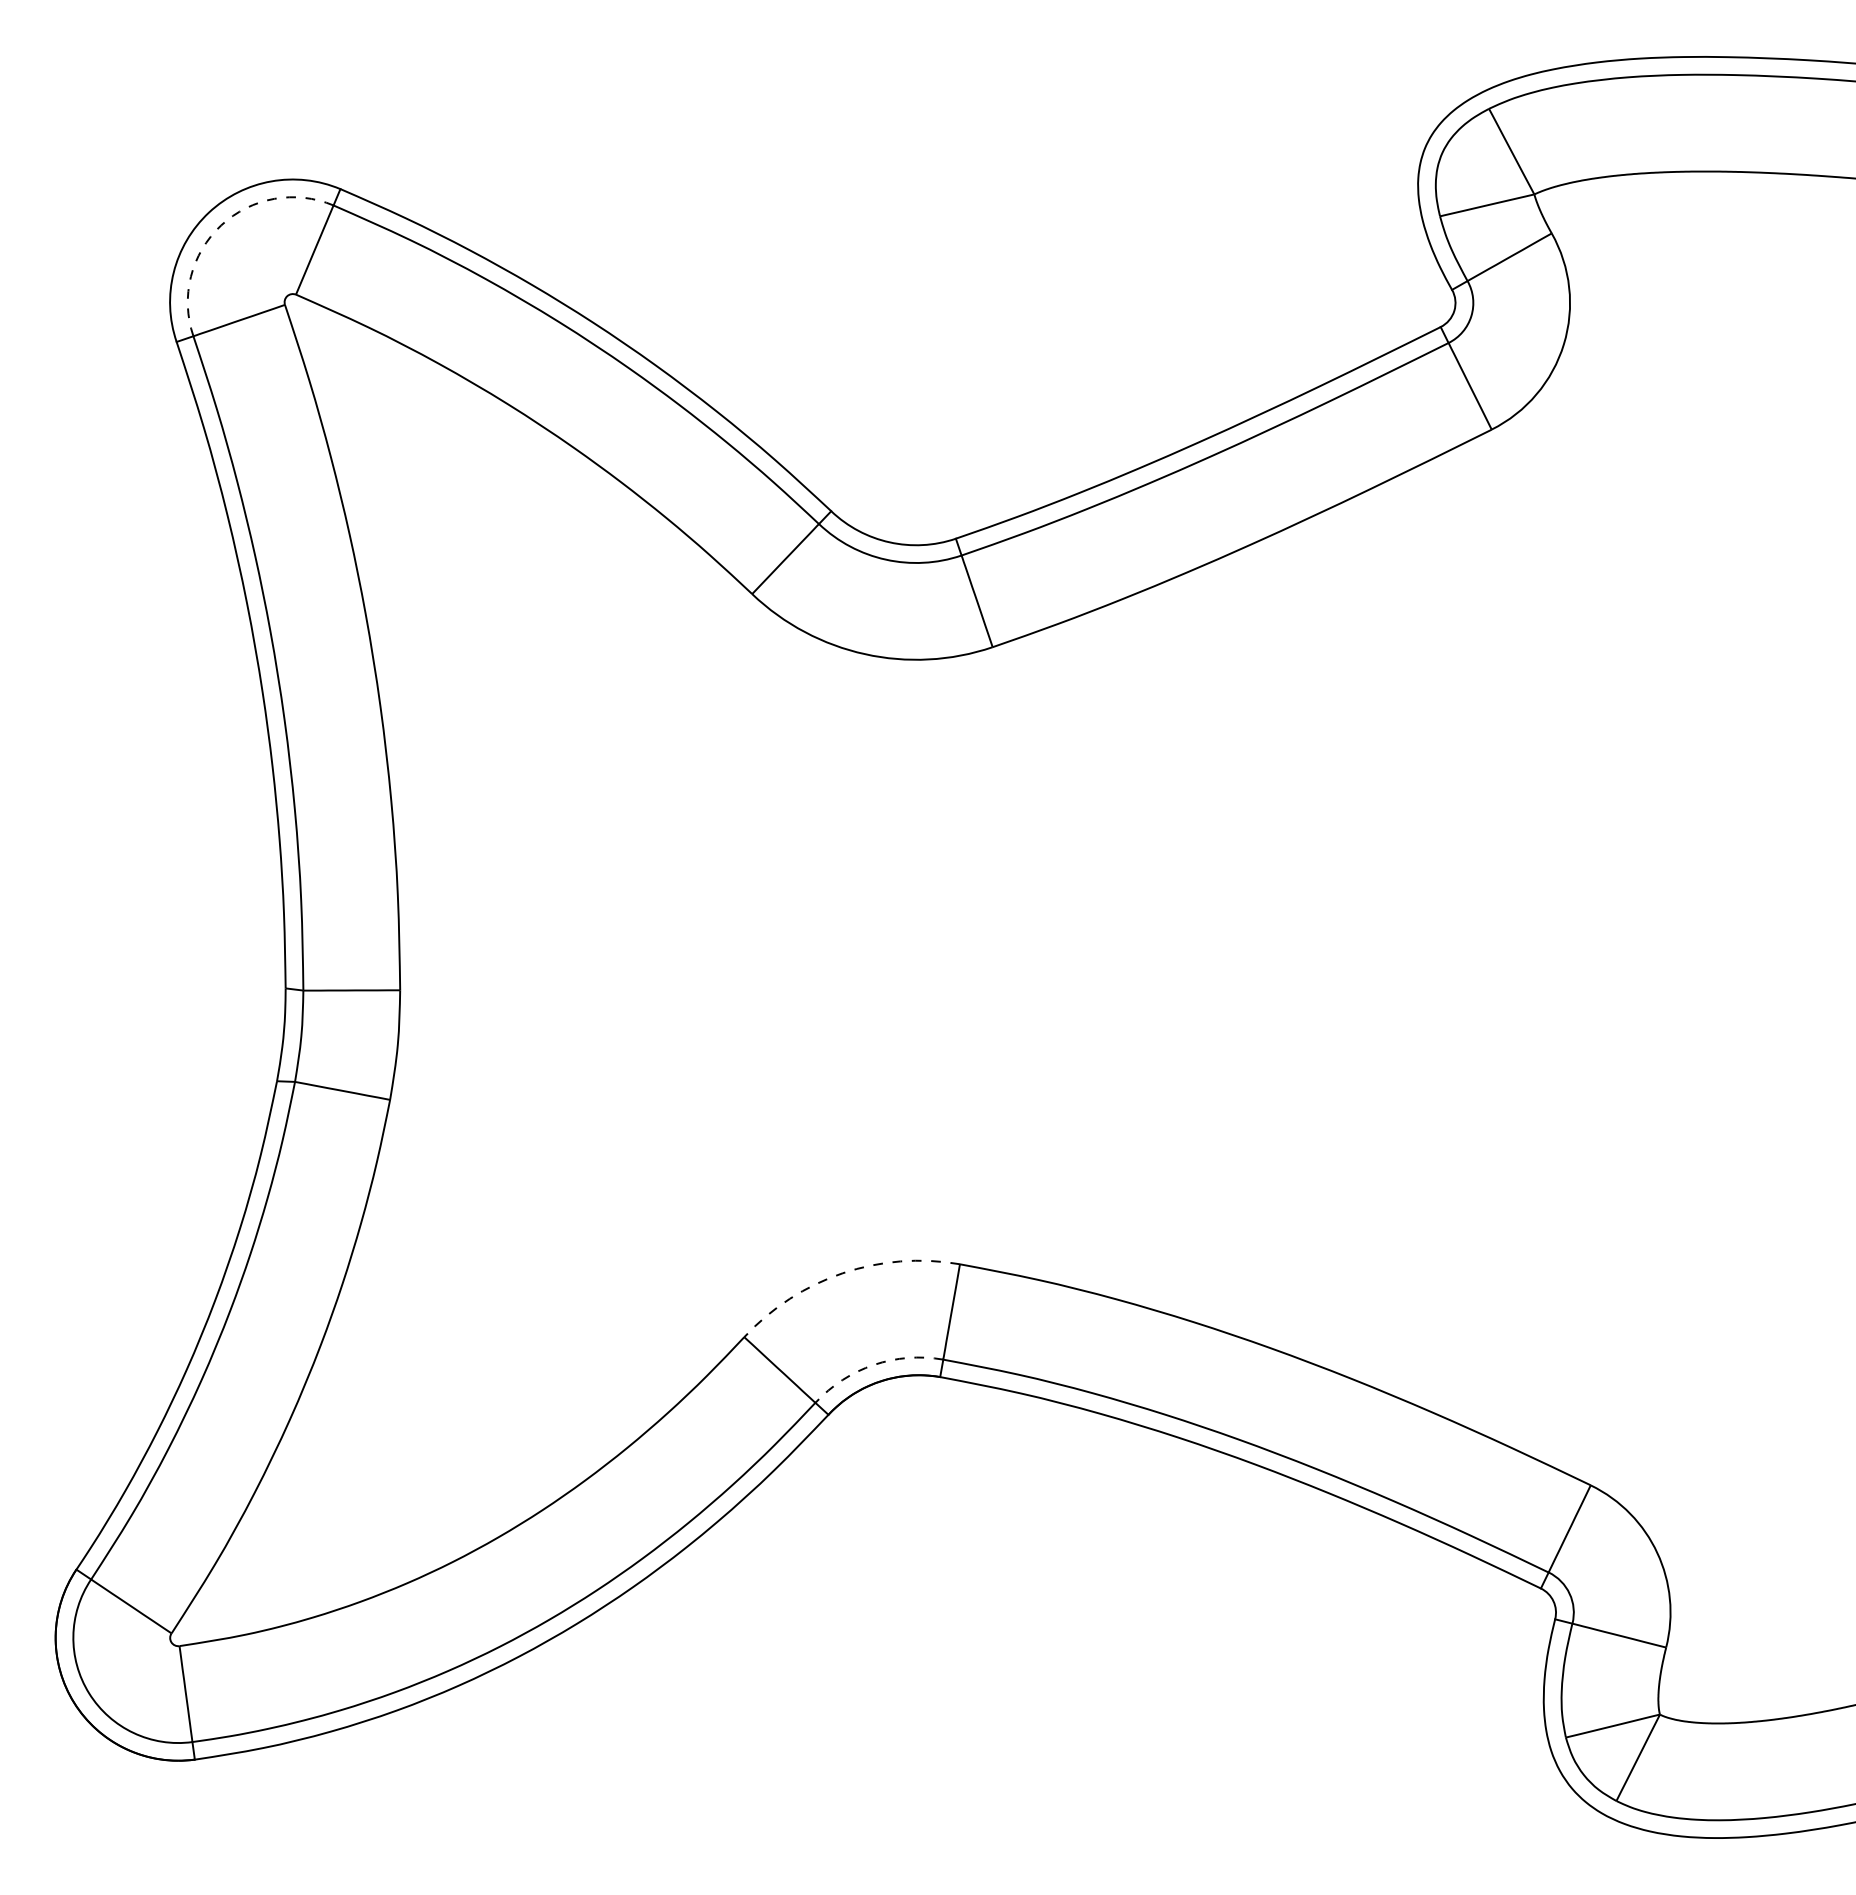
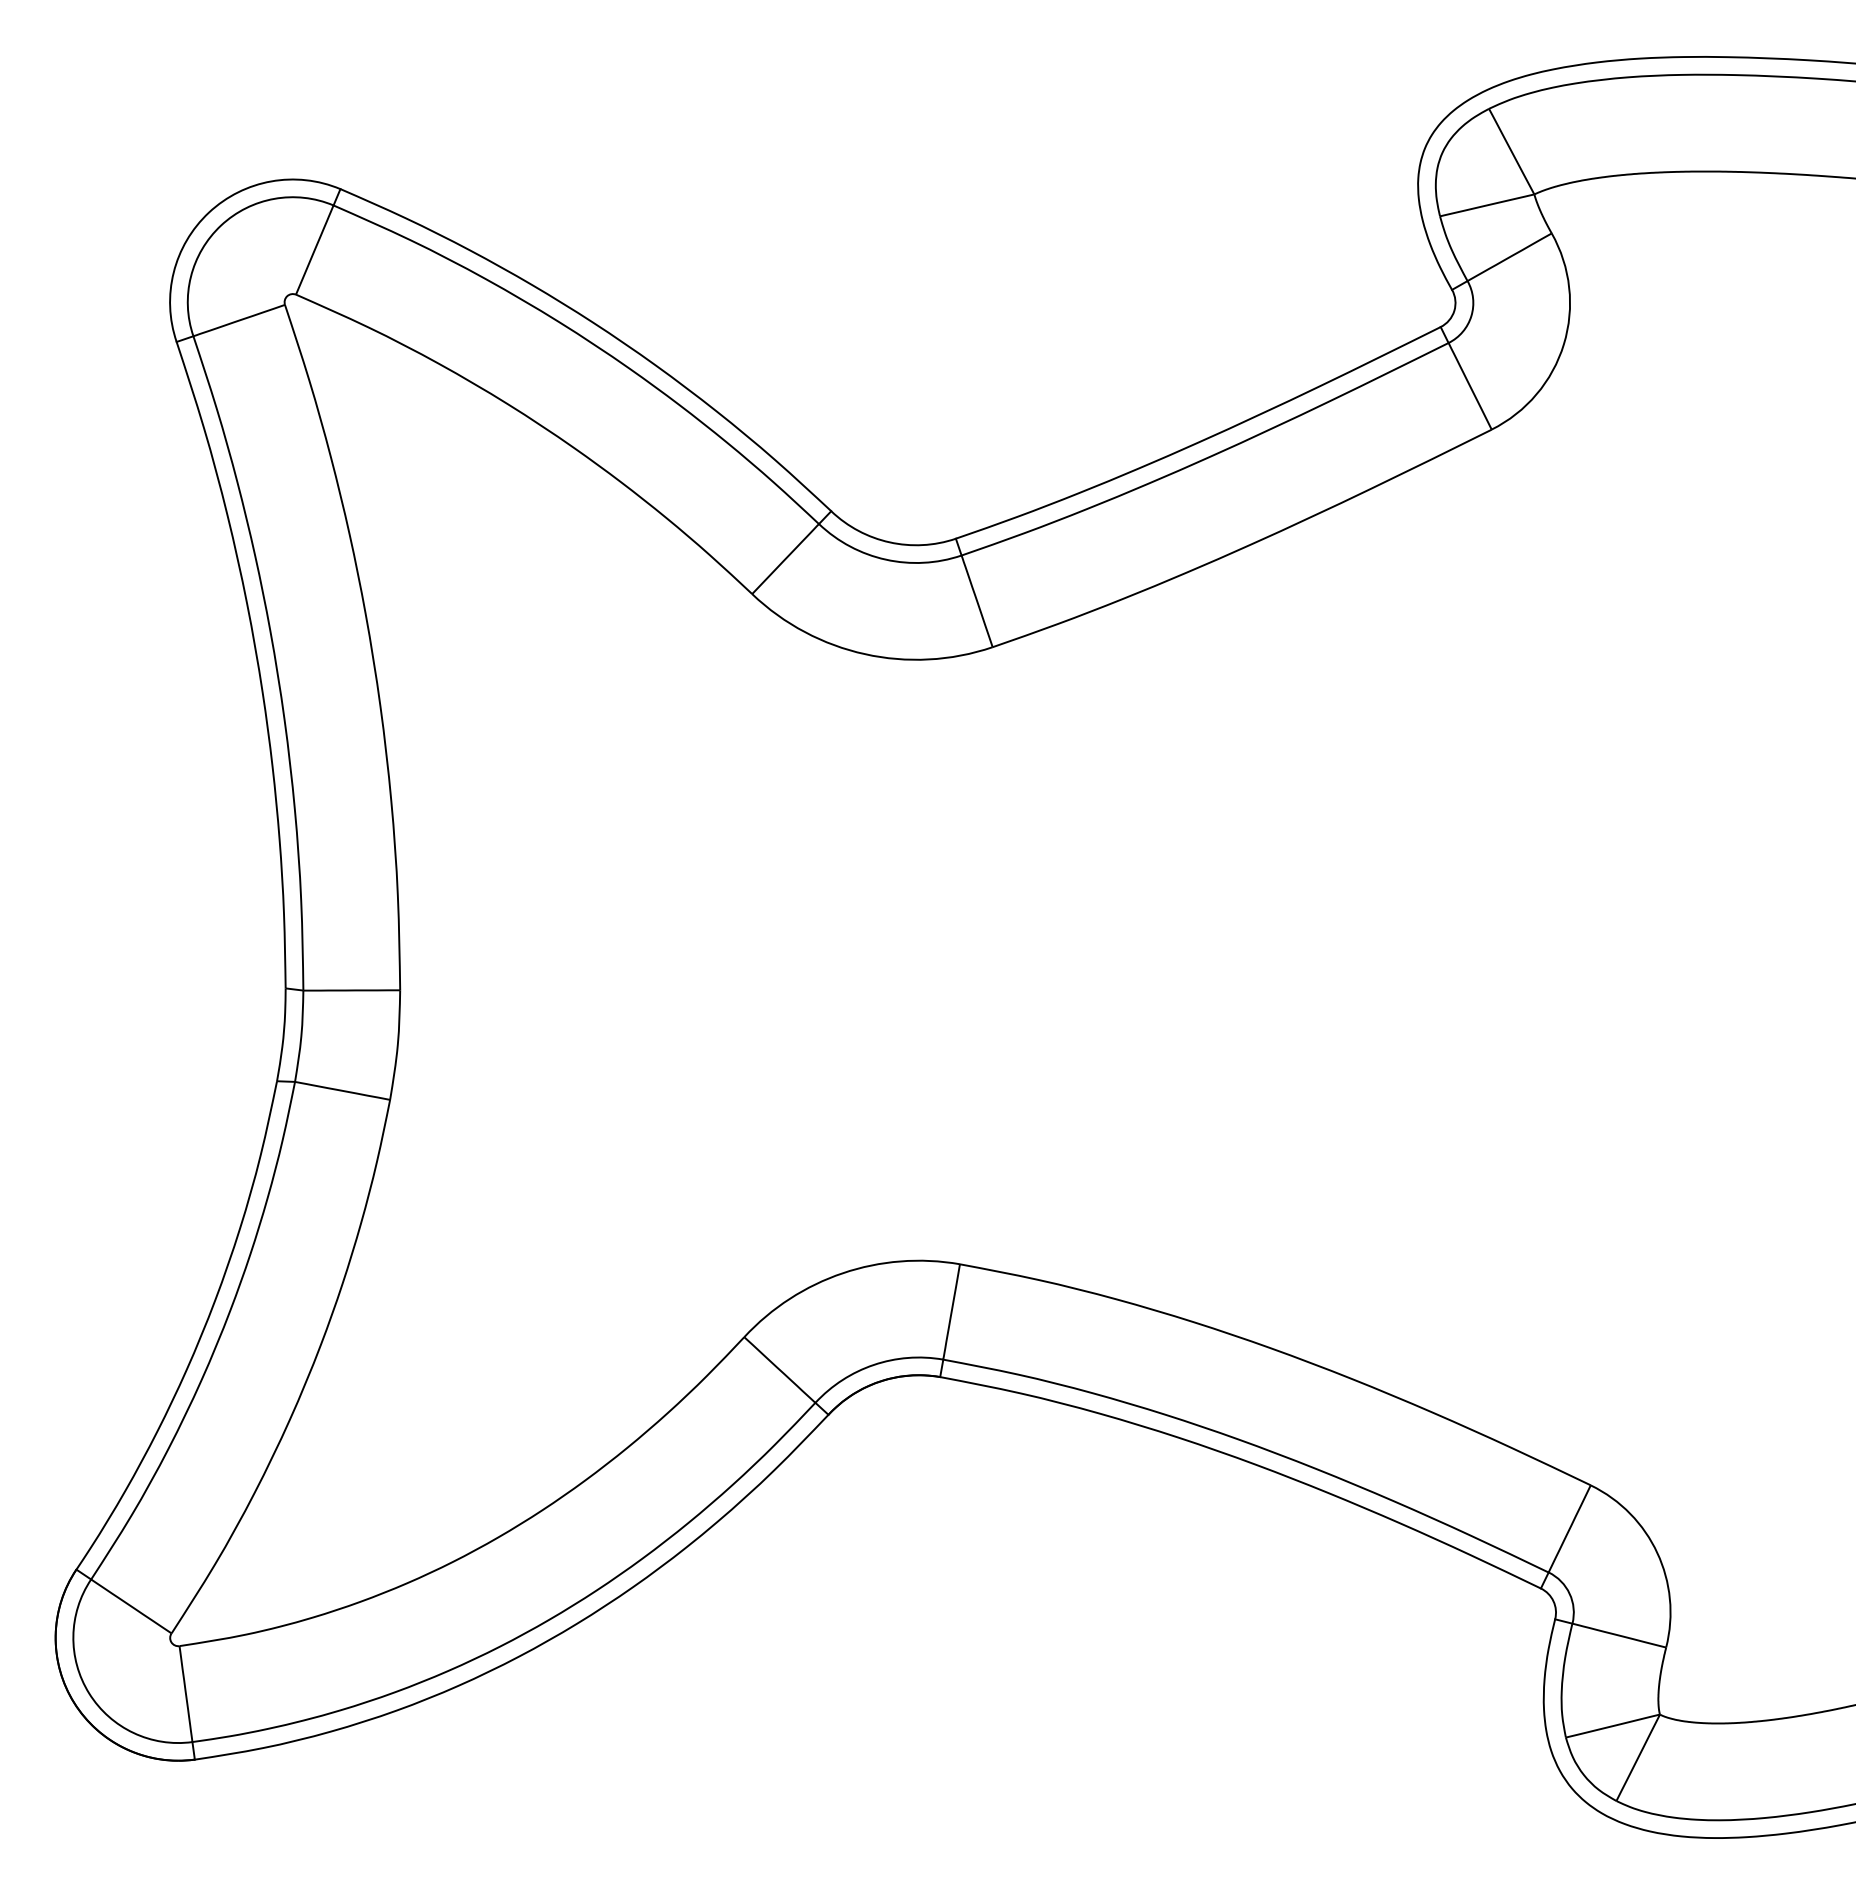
arc at (221, 225): dashed -> solid
arc at (842, 1273): dashed -> solid
arc at (873, 1364): dashed -> solid
